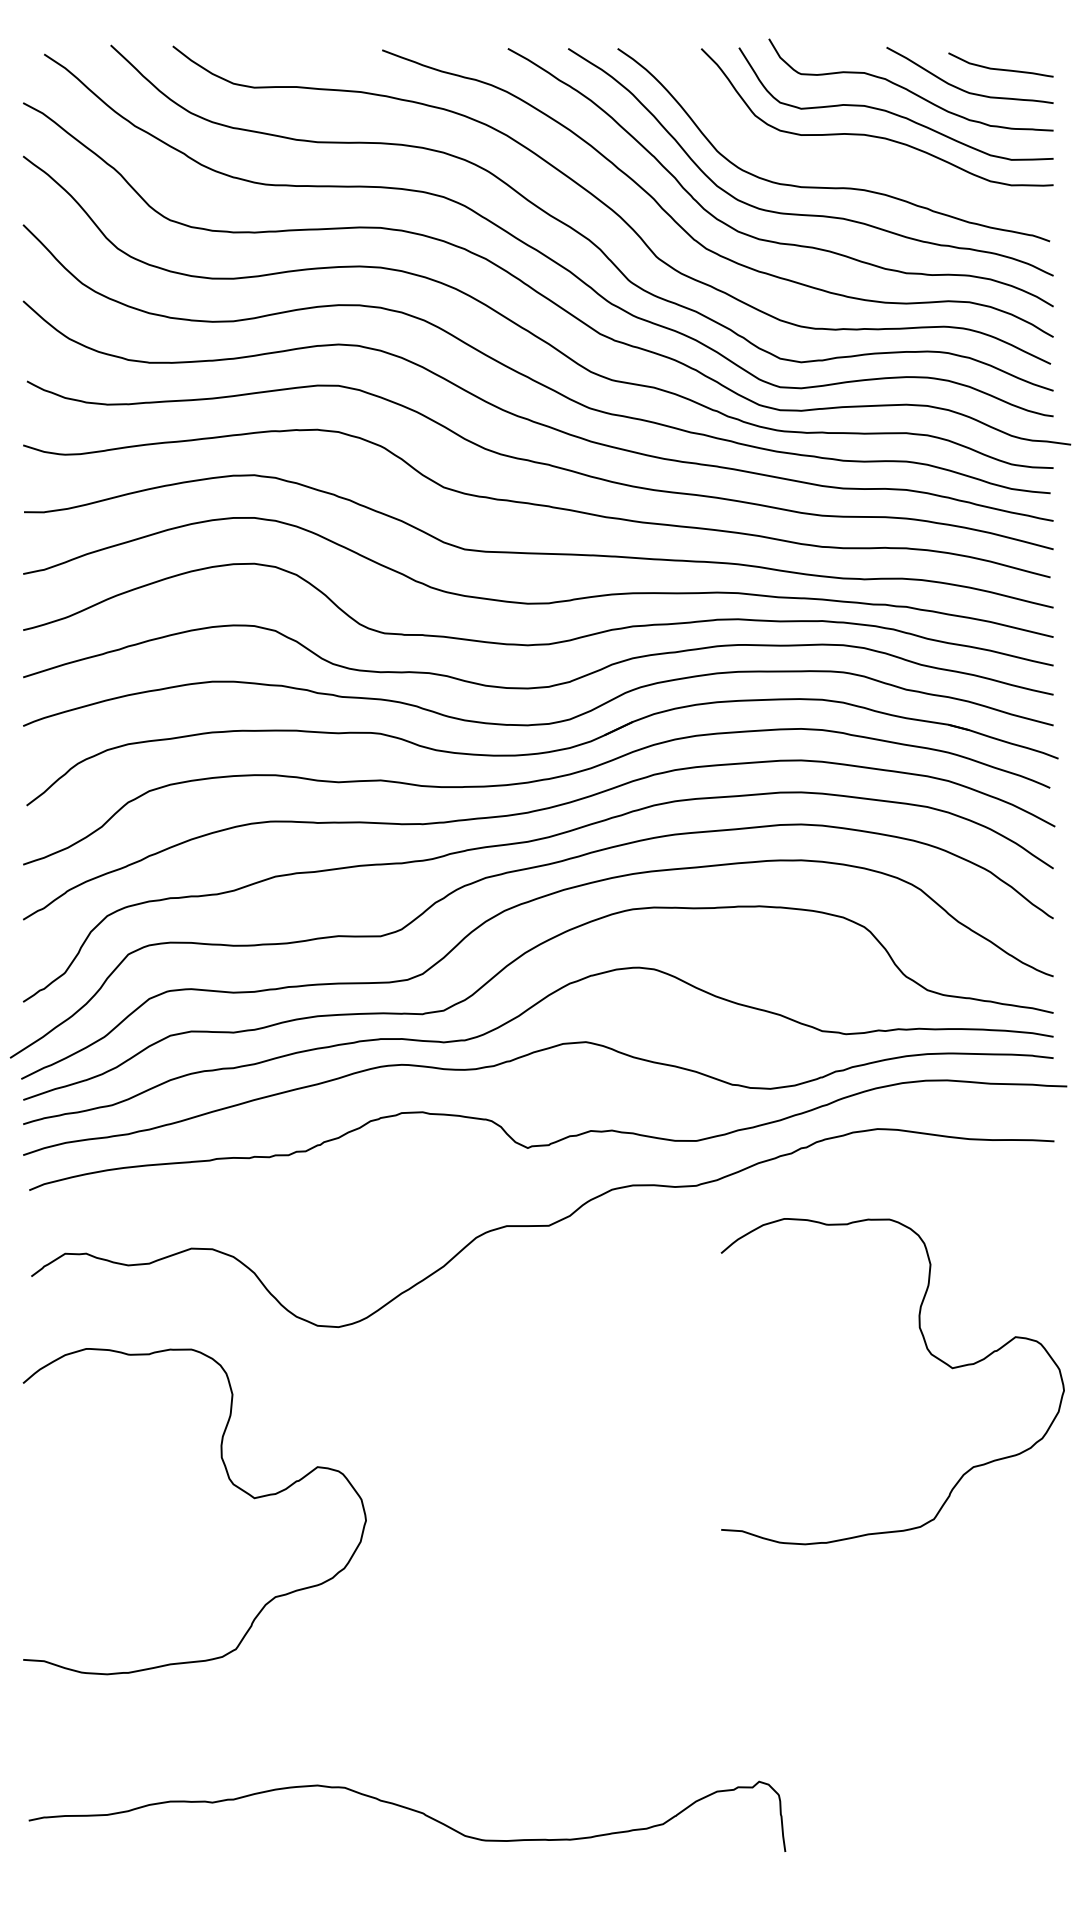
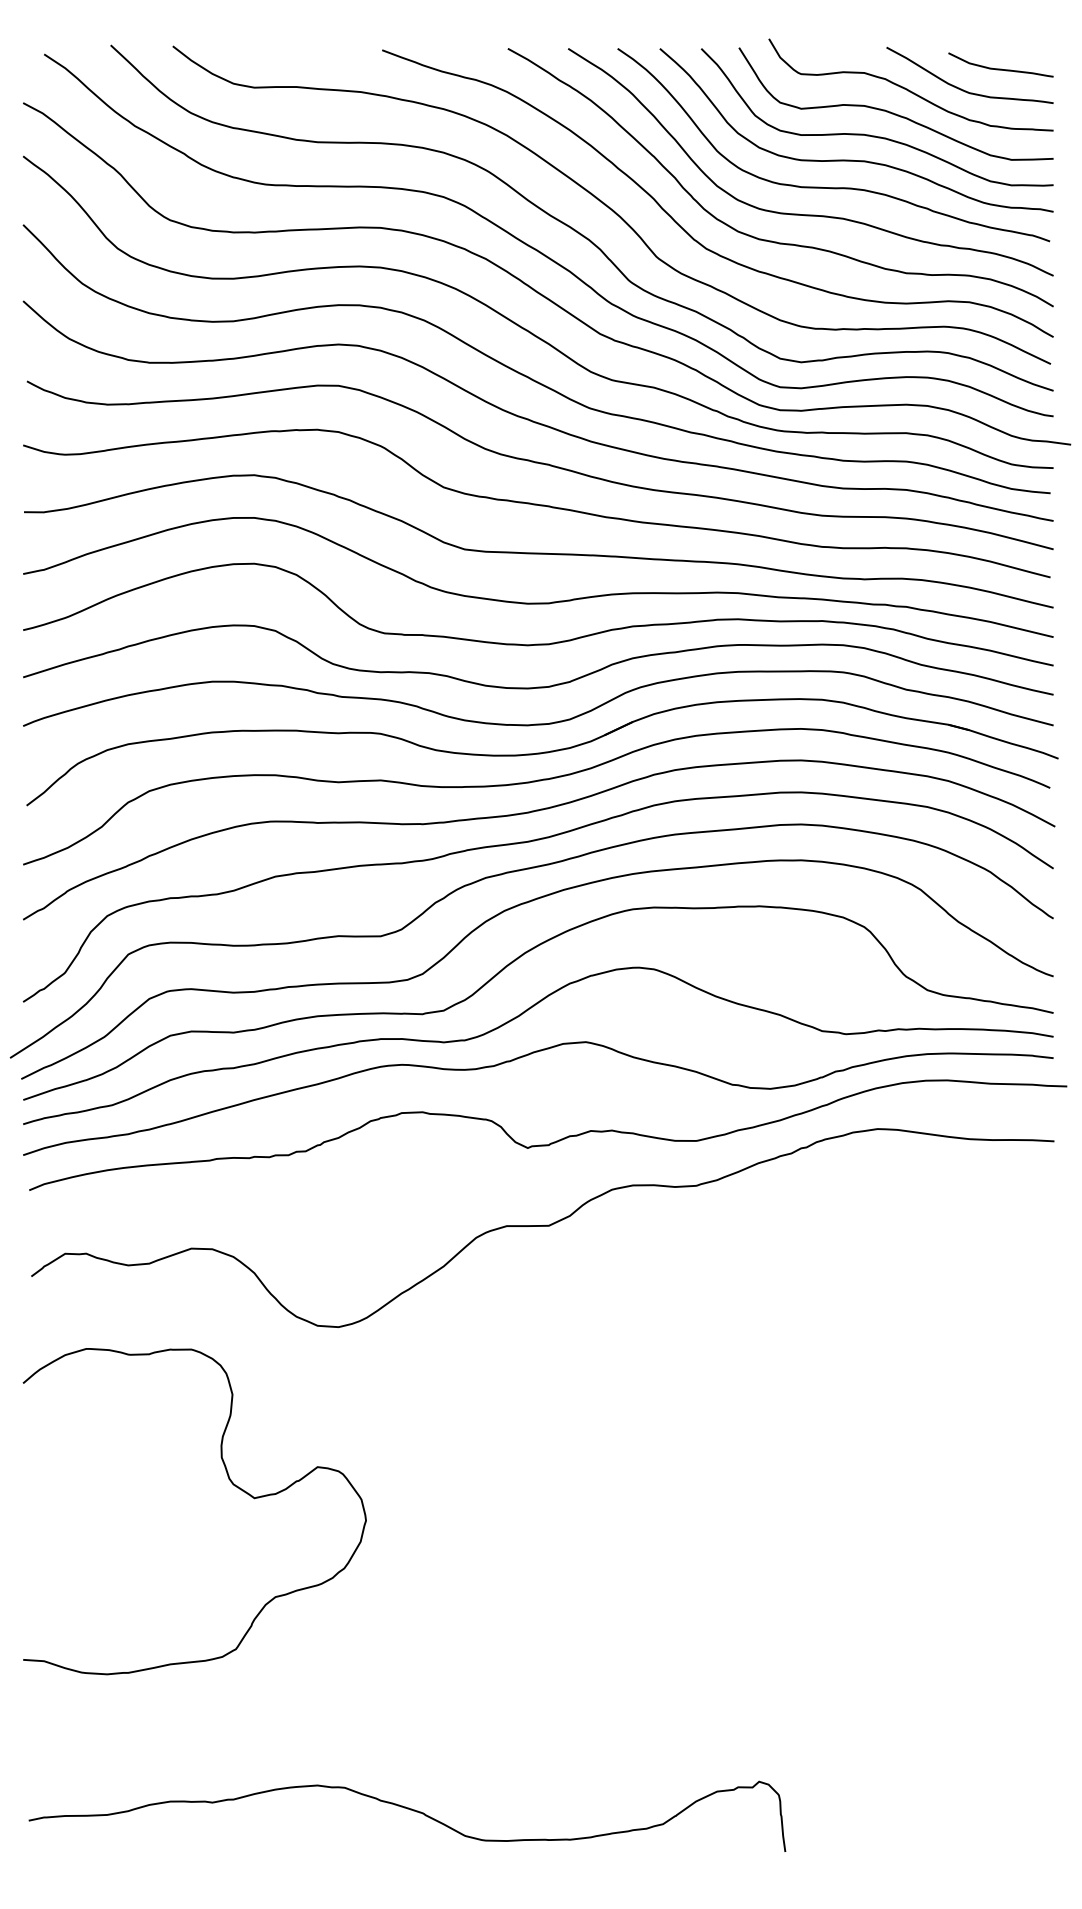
curve at (852, 159): none -> present
curve at (928, 1352): present -> none
